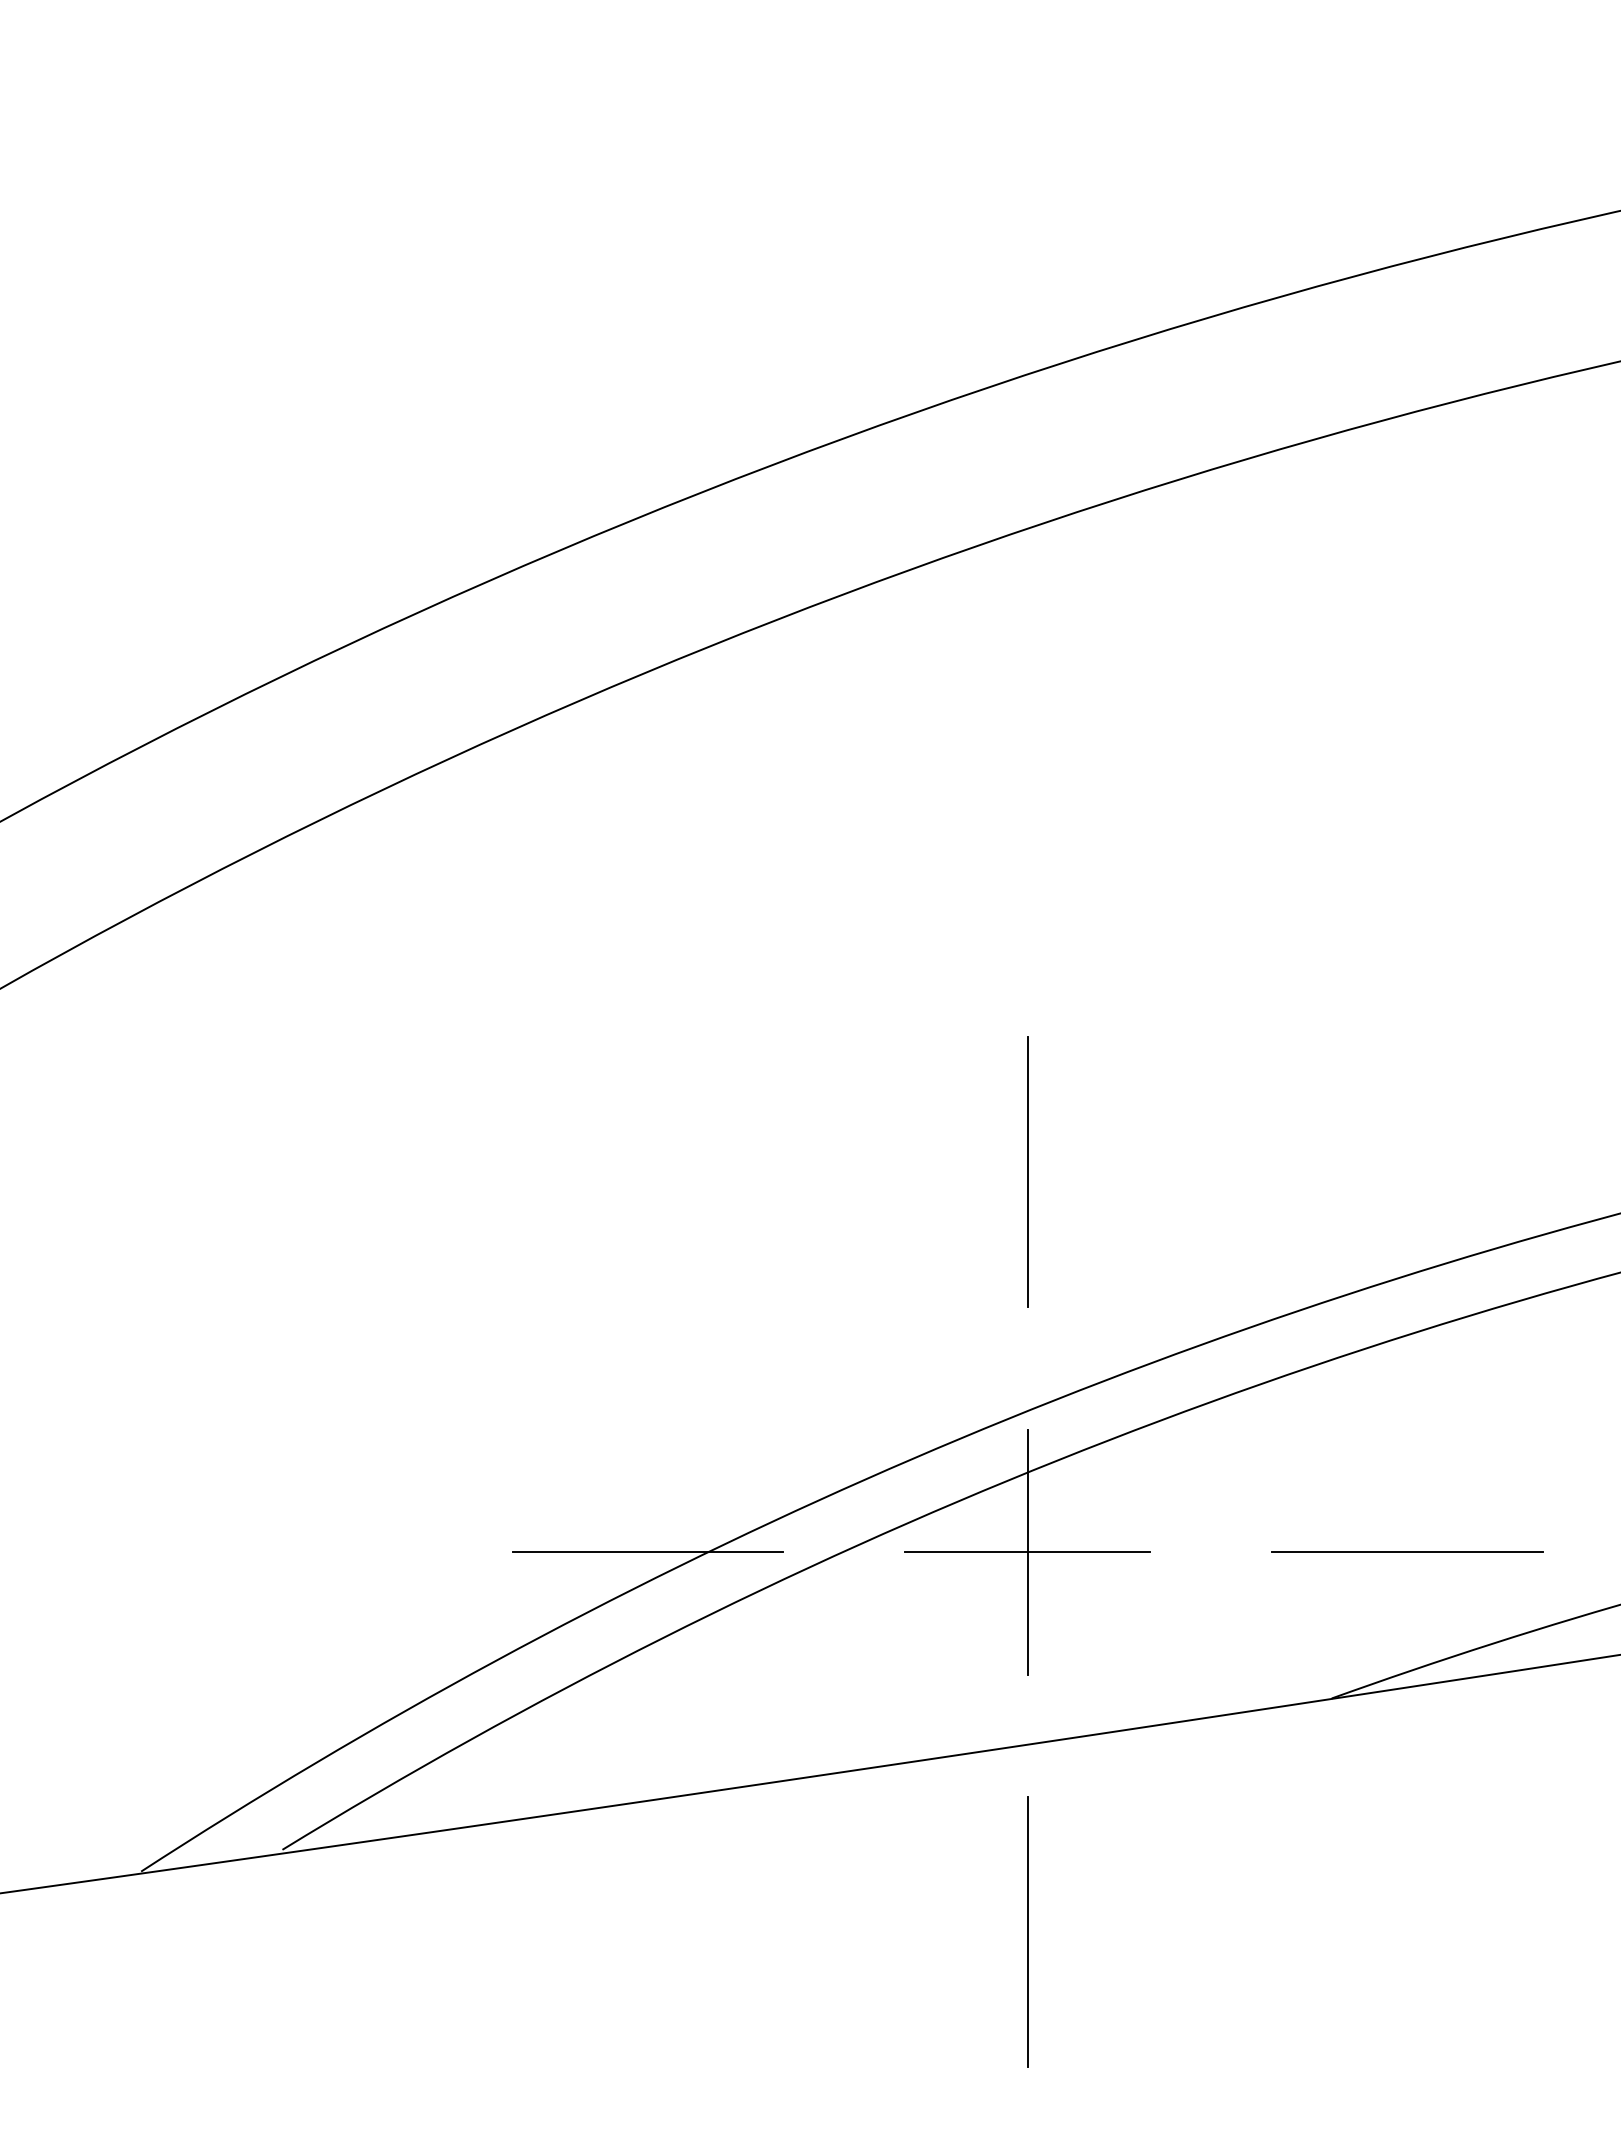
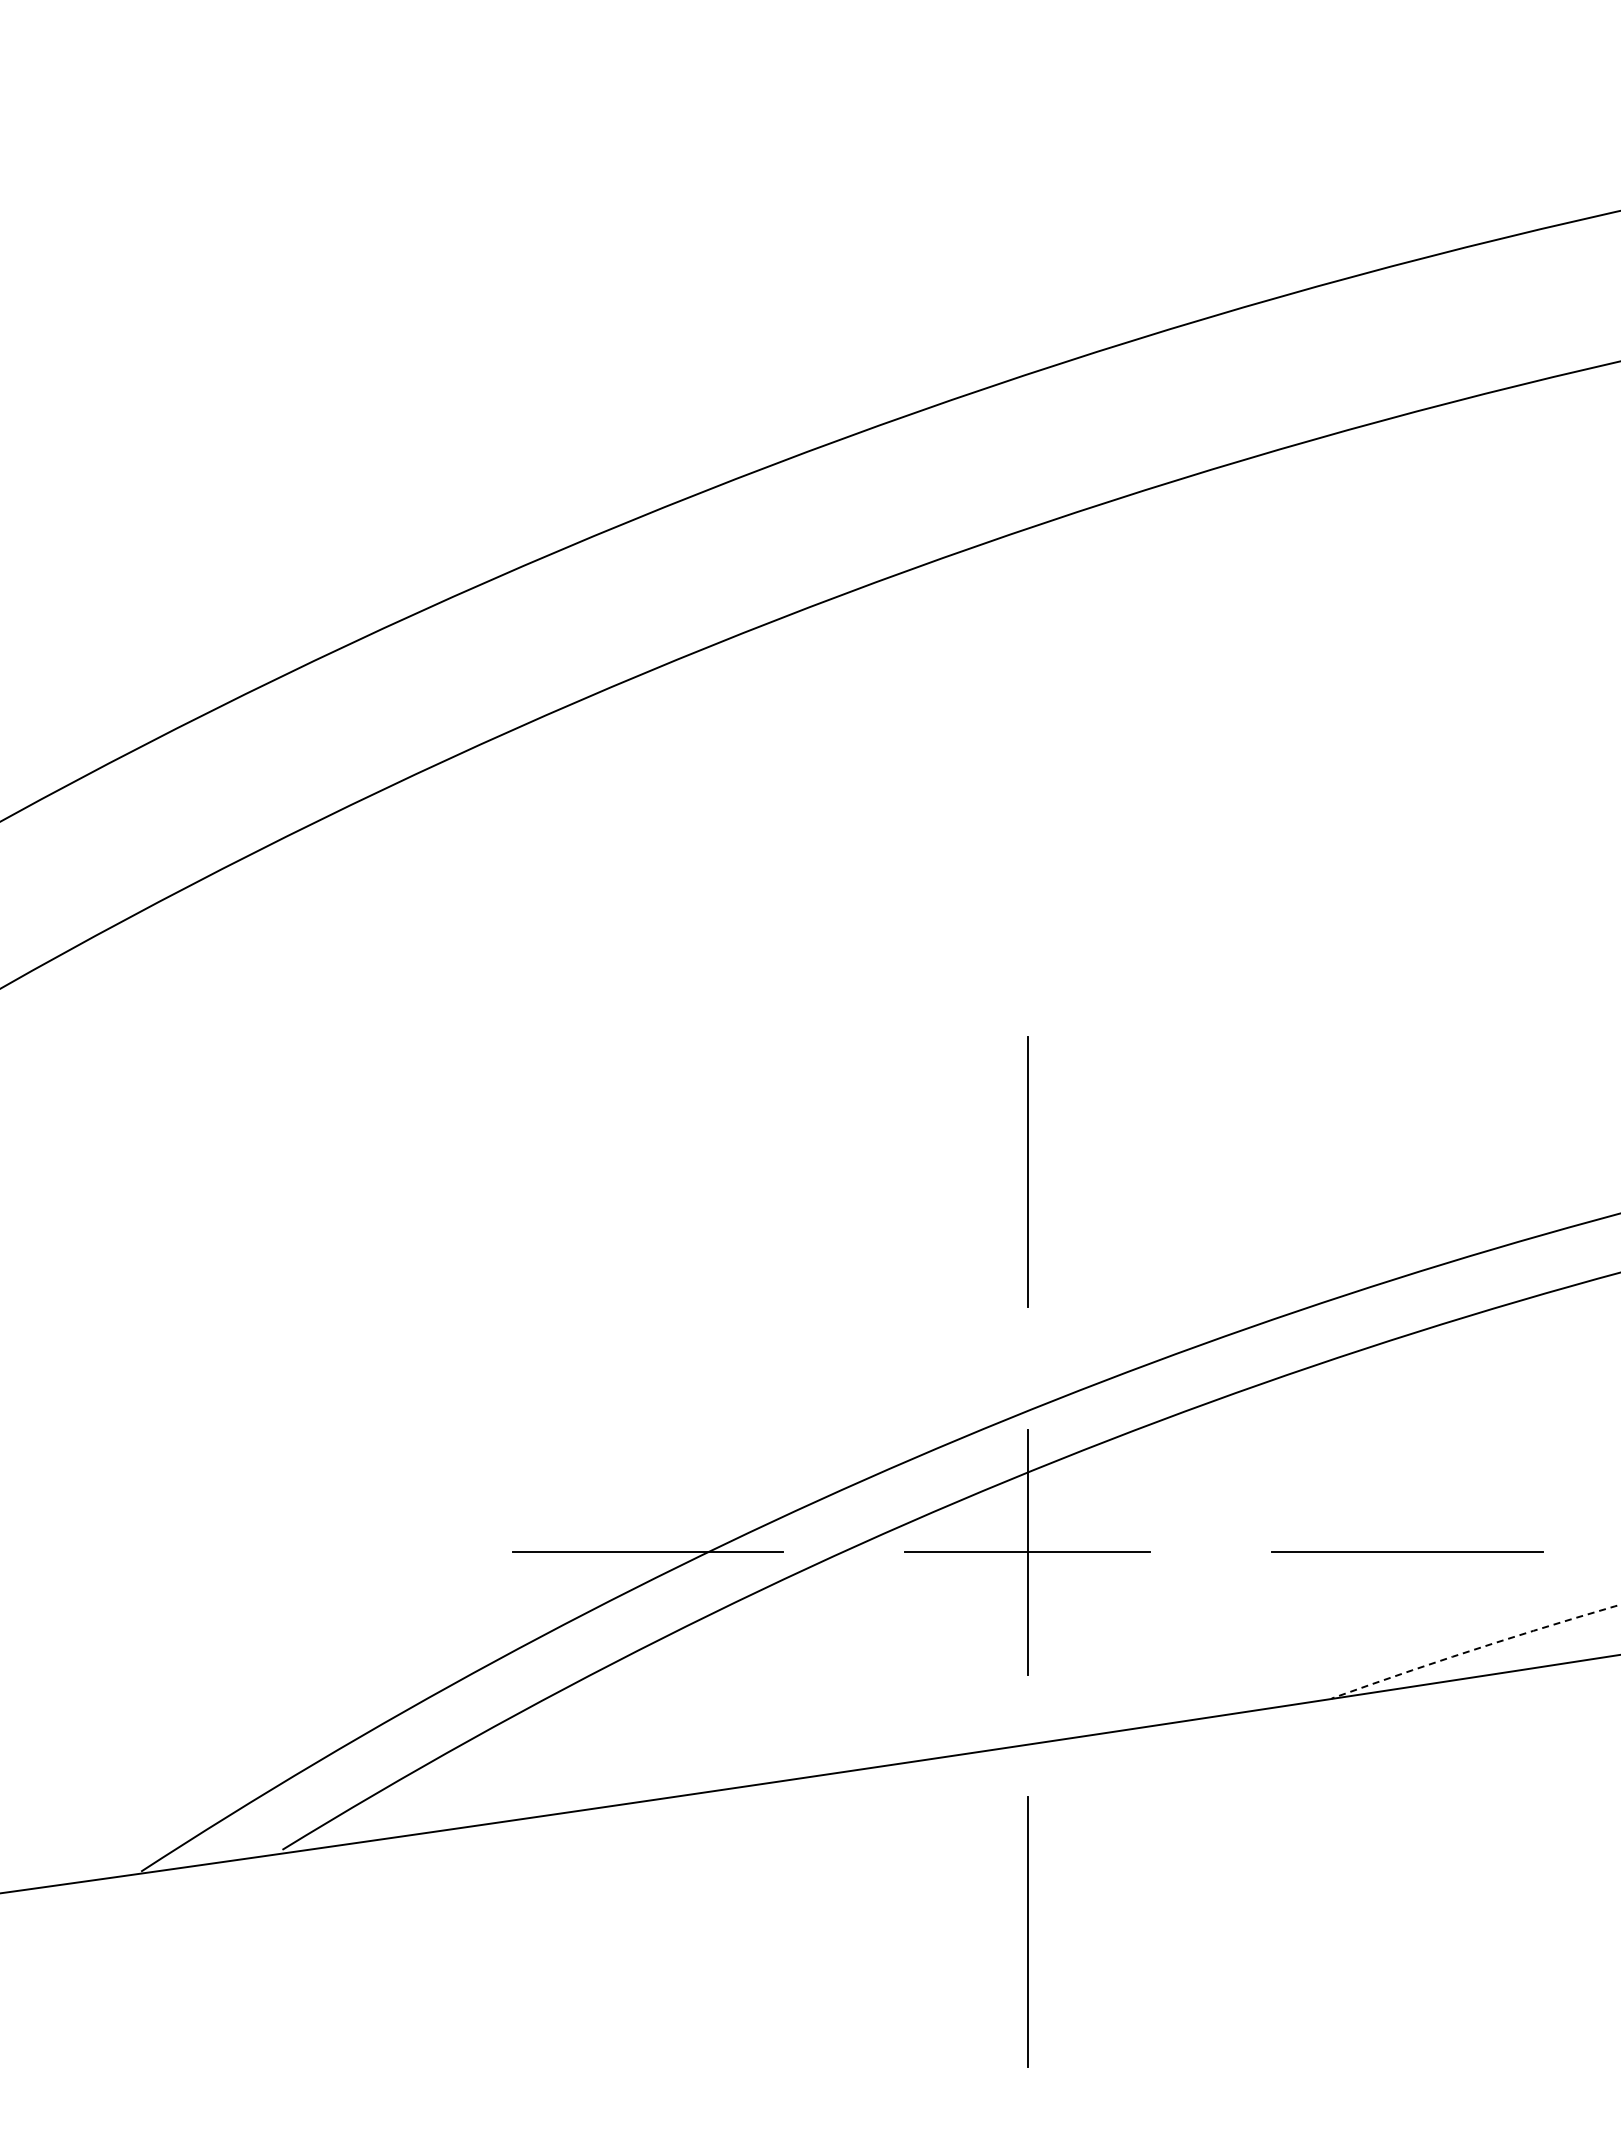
arc at (1475, 1649): solid -> dashed
